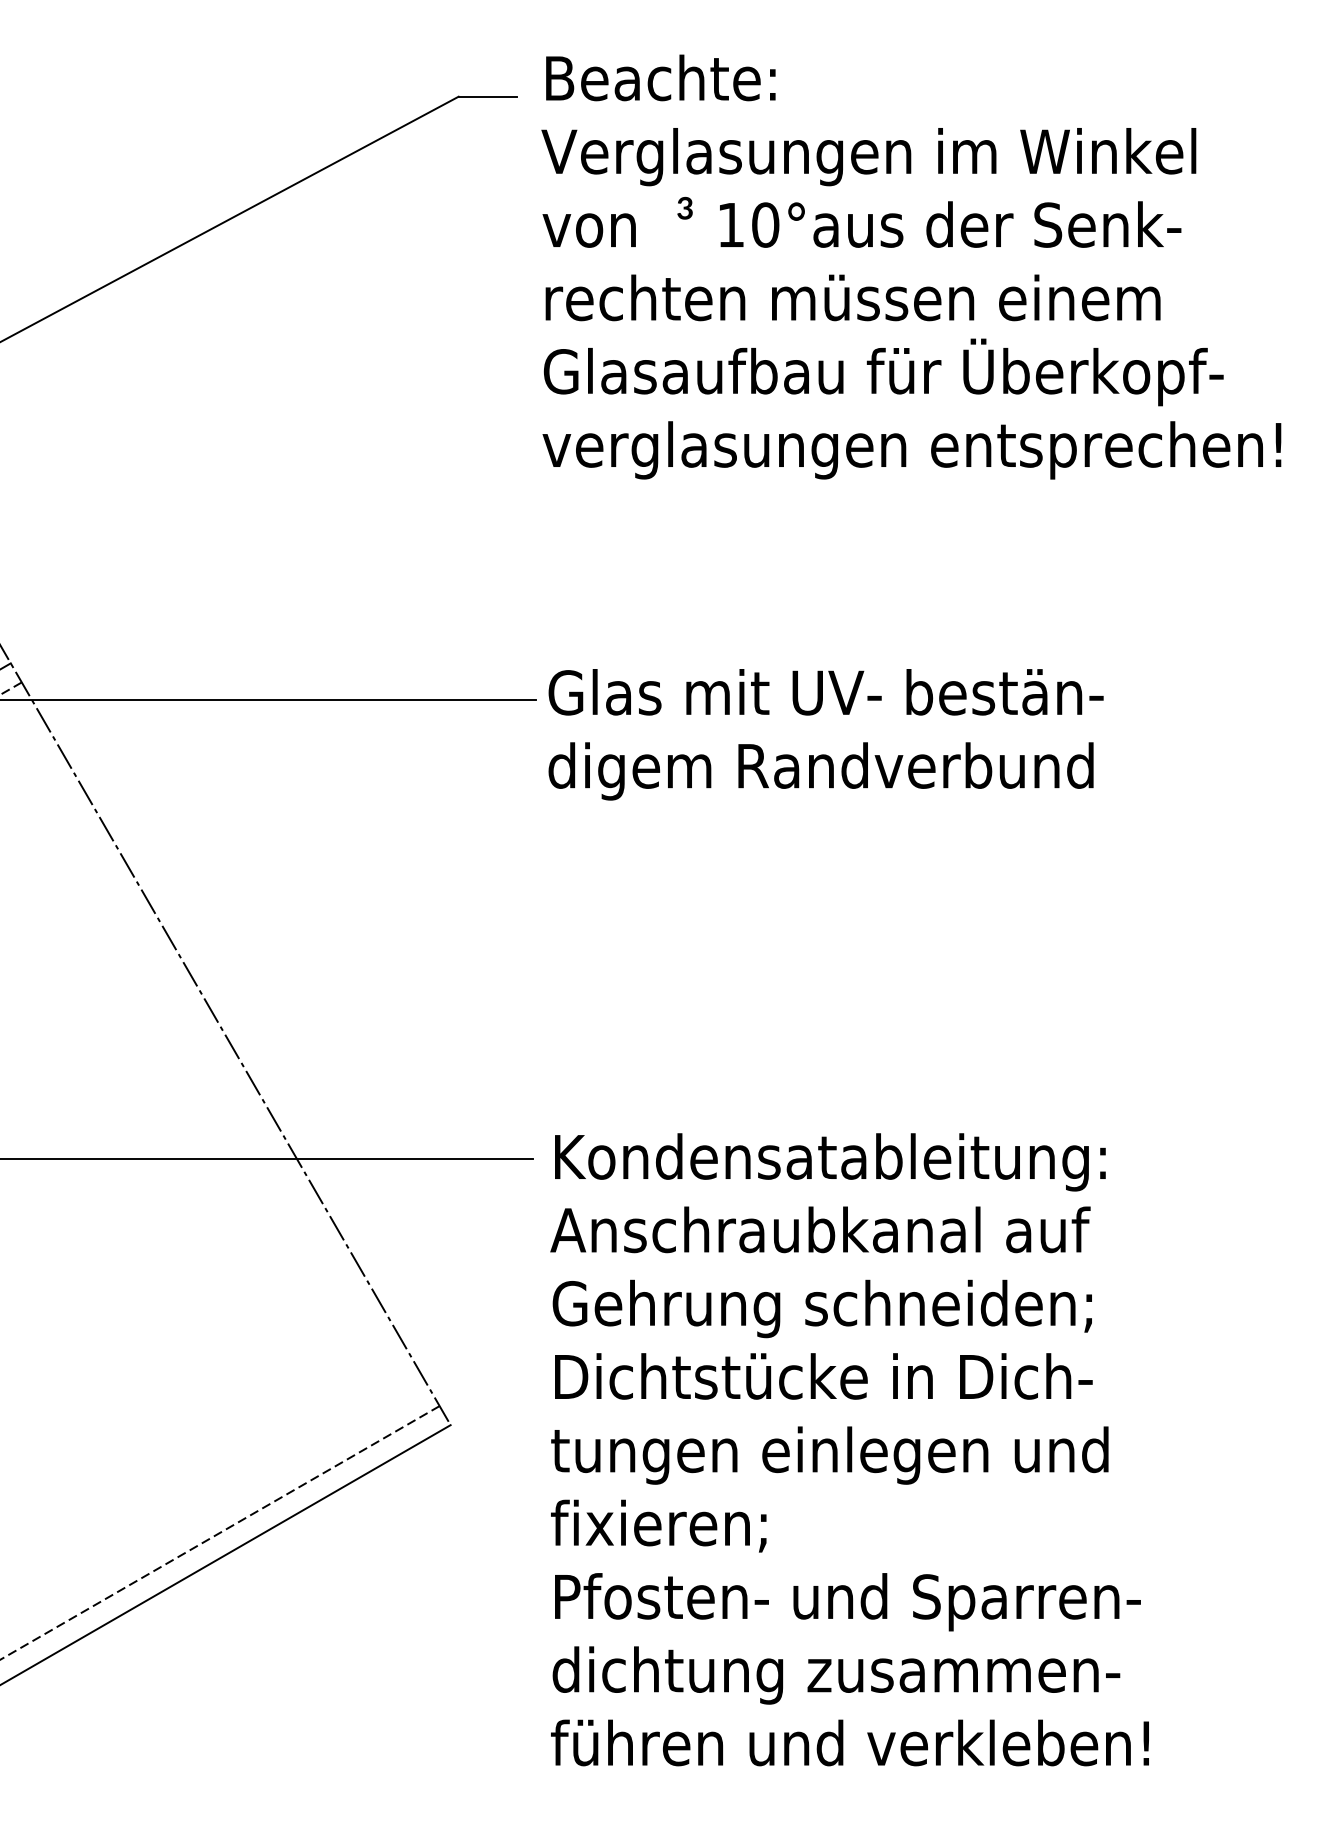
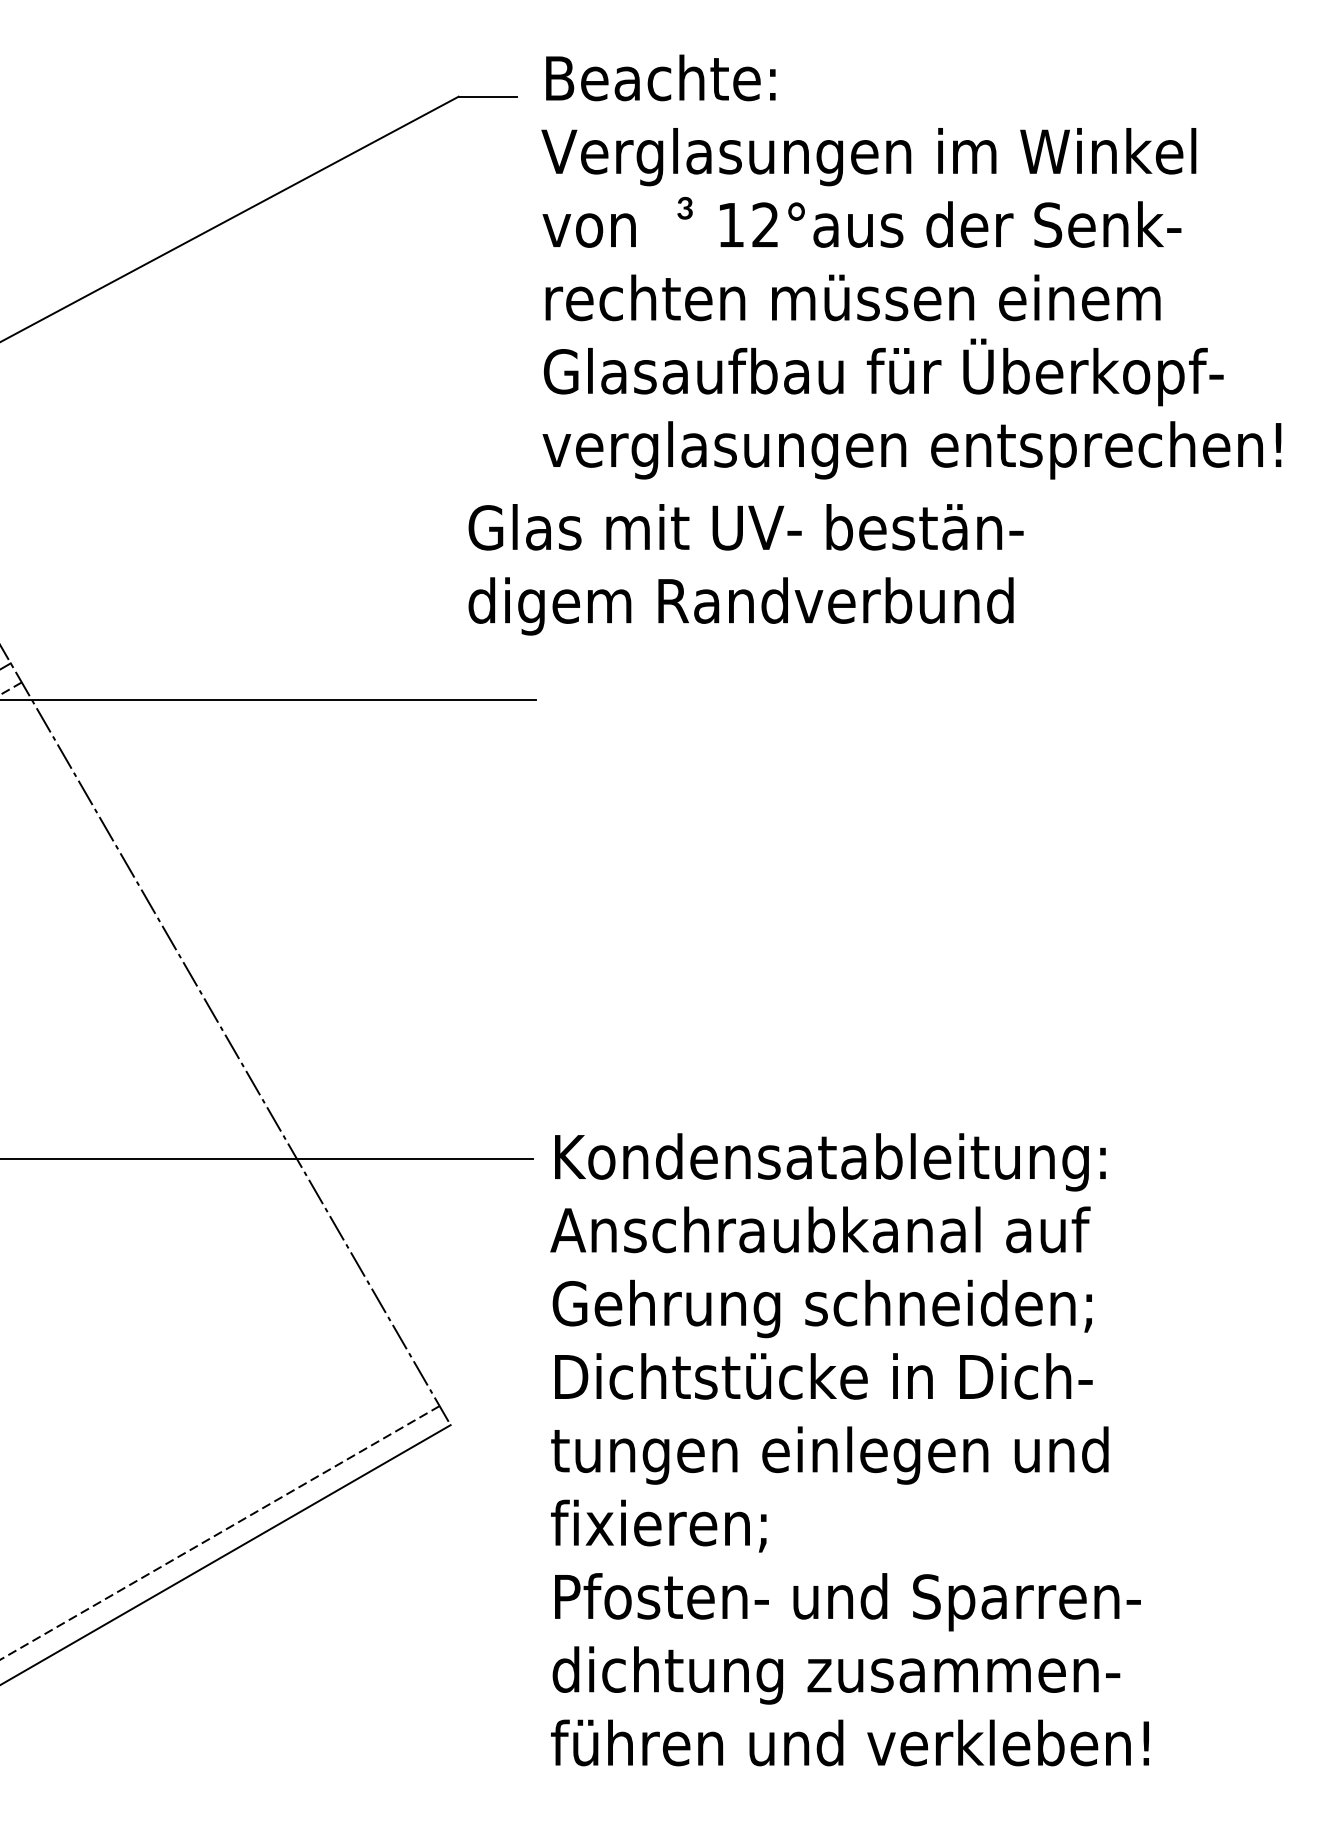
text at (765, 224): 10°aus -> 12°aus
text at (825, 734) position: (825, 734) -> (745, 569)
